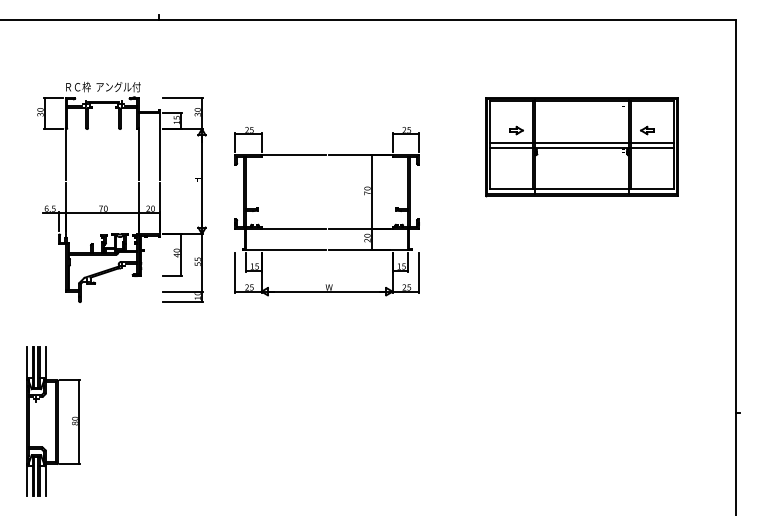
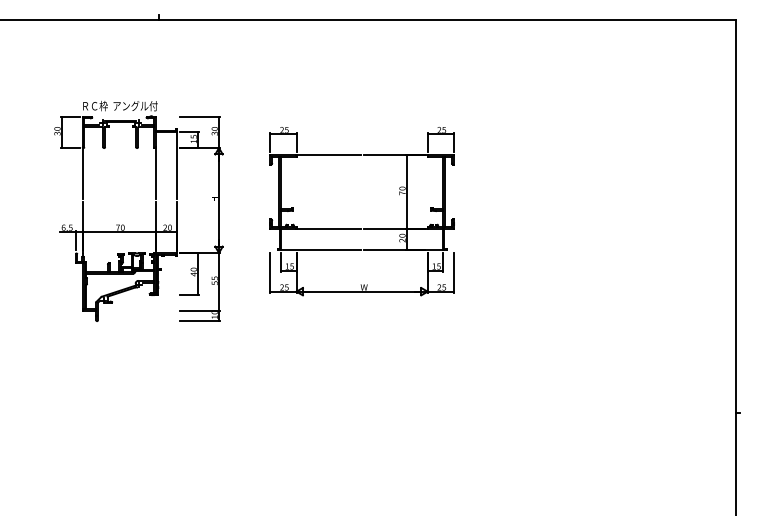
part at (581, 147): present -> none
part at (138, 192) position: (138, 192) -> (155, 211)
part at (326, 228) position: (326, 228) -> (361, 228)
part at (53, 421): present -> none
